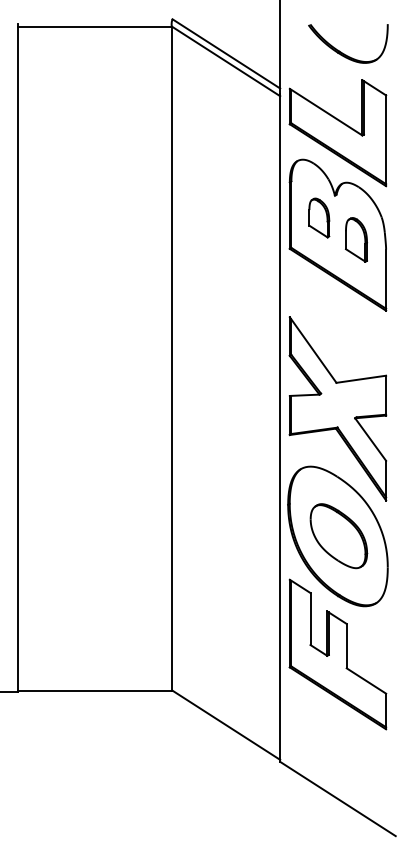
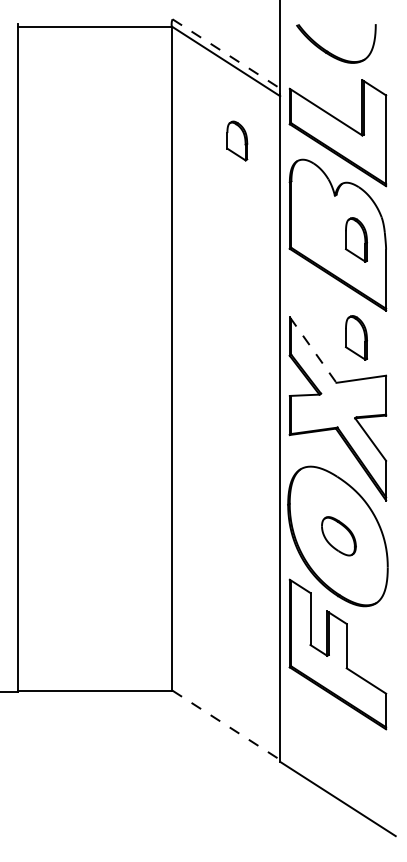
part at (341, 51) position: (341, 51) -> (329, 51)
line at (226, 54): solid -> dashed
part at (319, 217) position: (319, 217) -> (237, 140)
part at (356, 337): none -> present
line at (313, 350): solid -> dashed
part at (338, 536) size: 60x67 px -> 36x41 px
line at (226, 725): solid -> dashed
